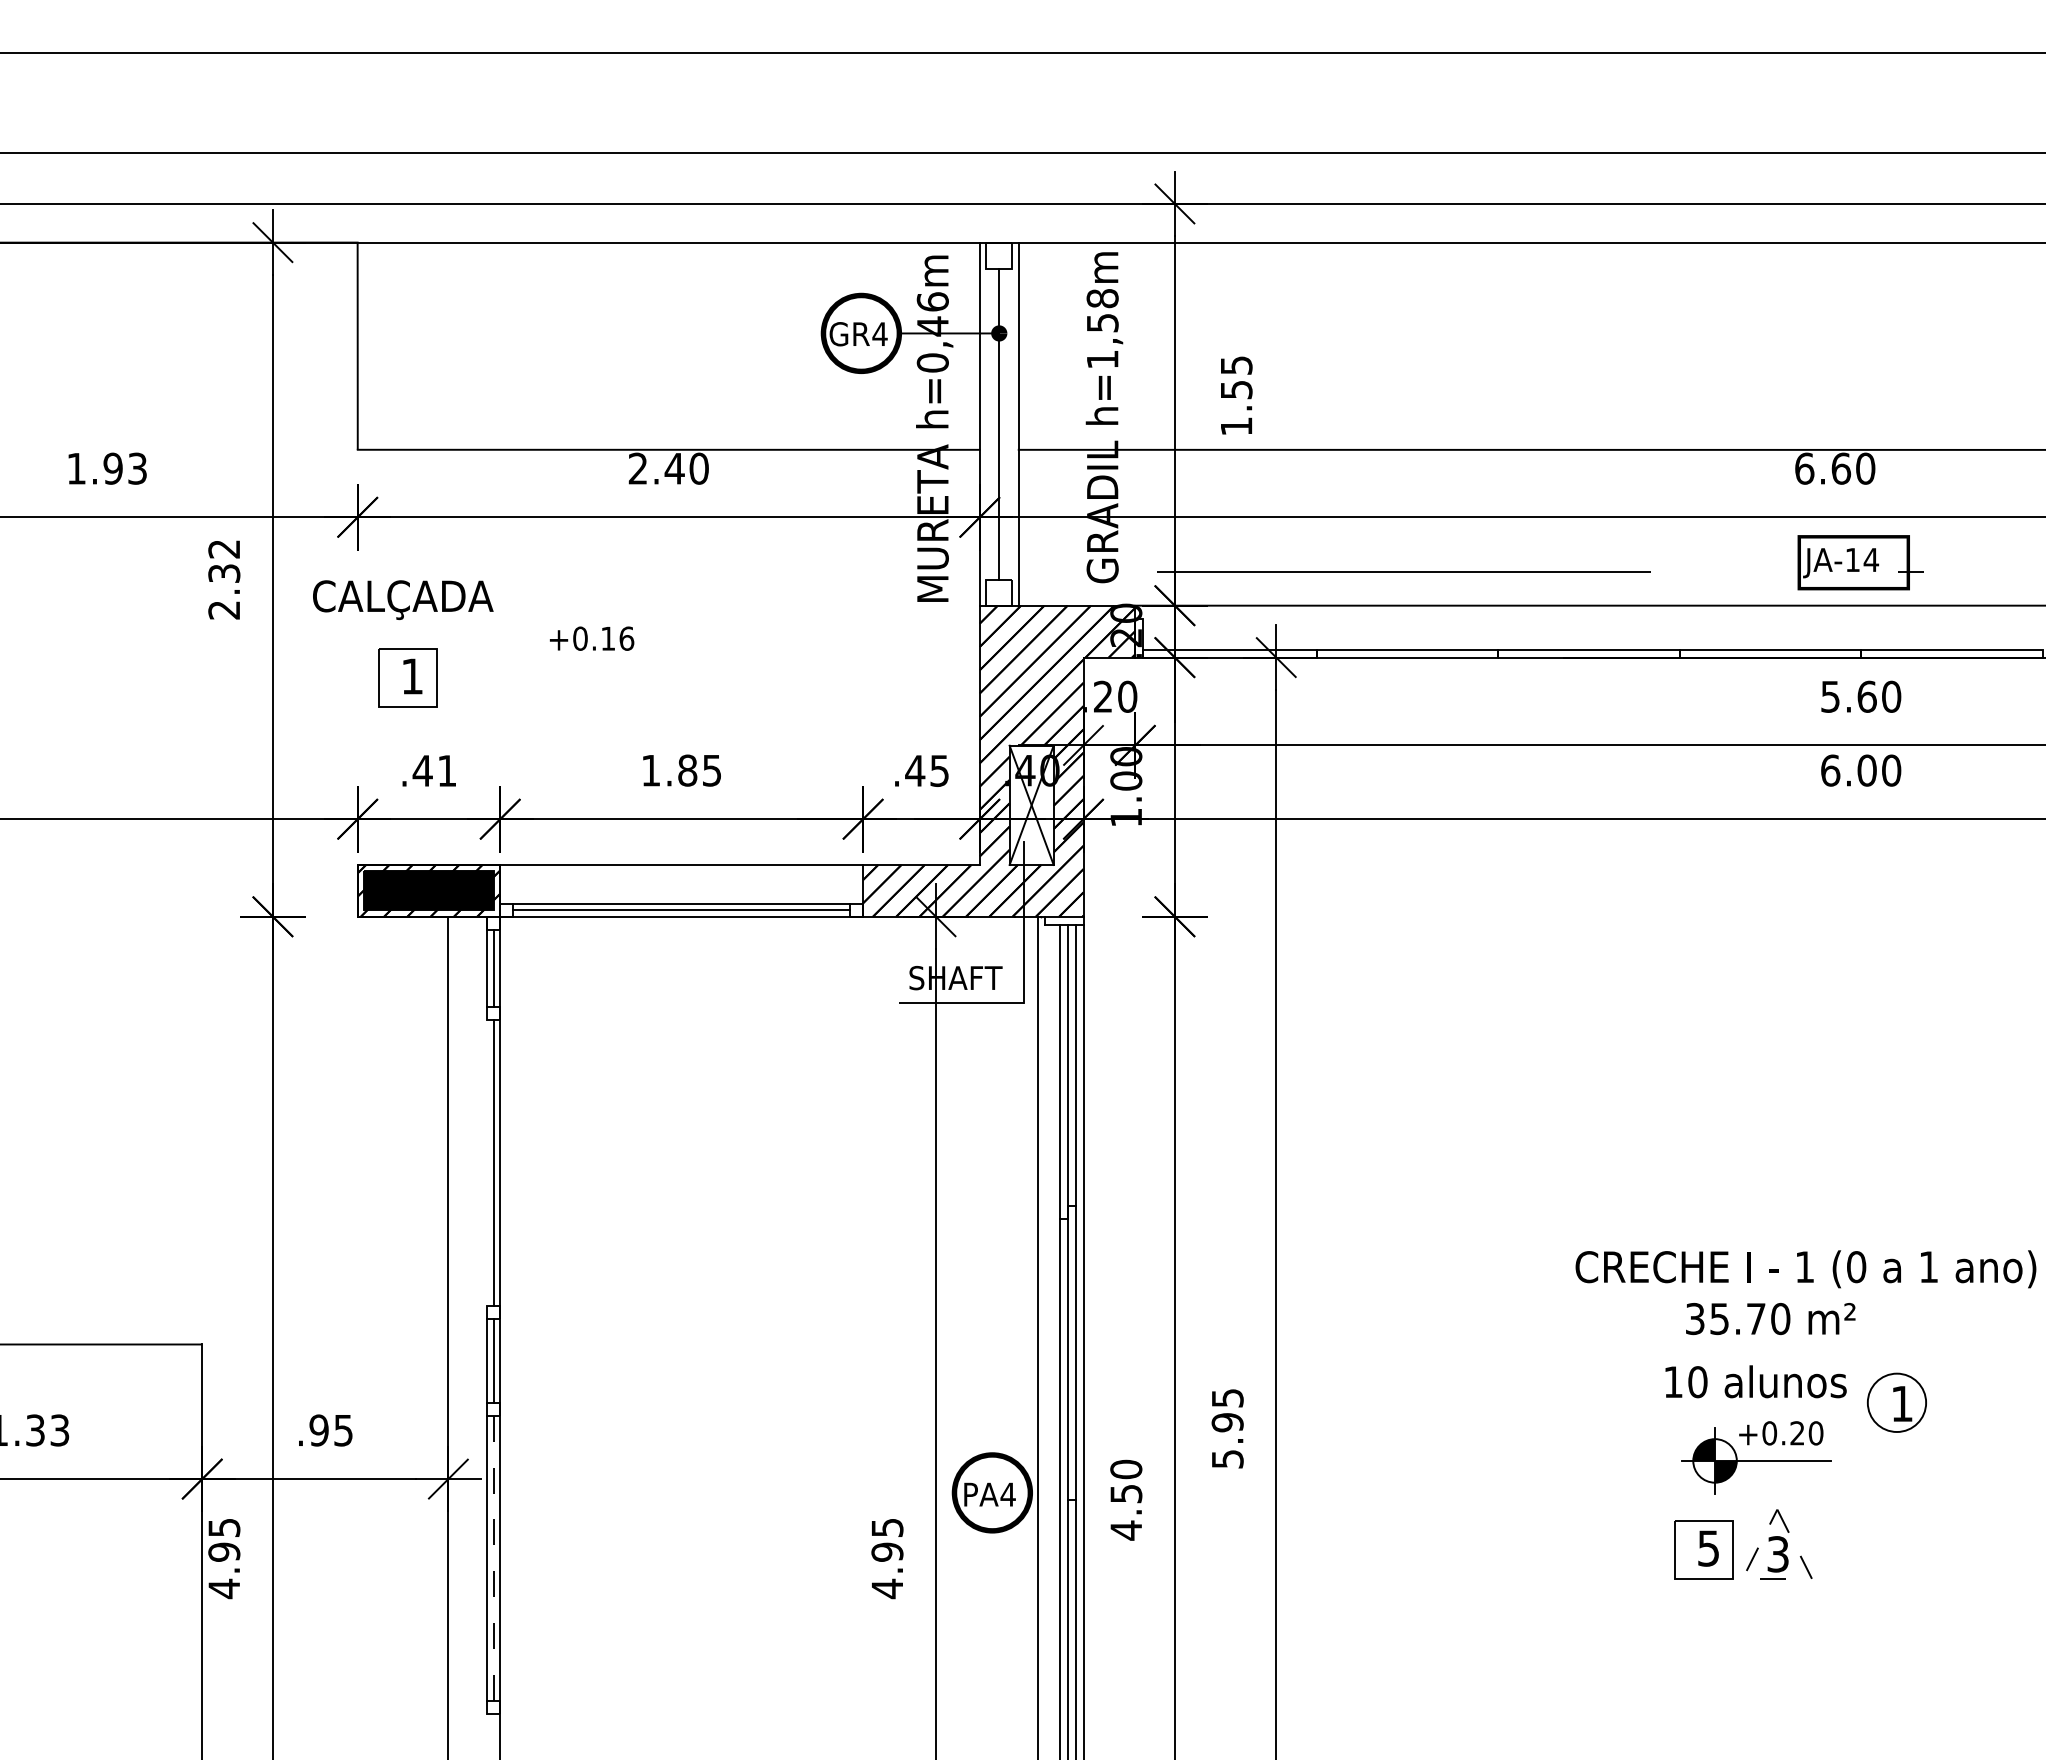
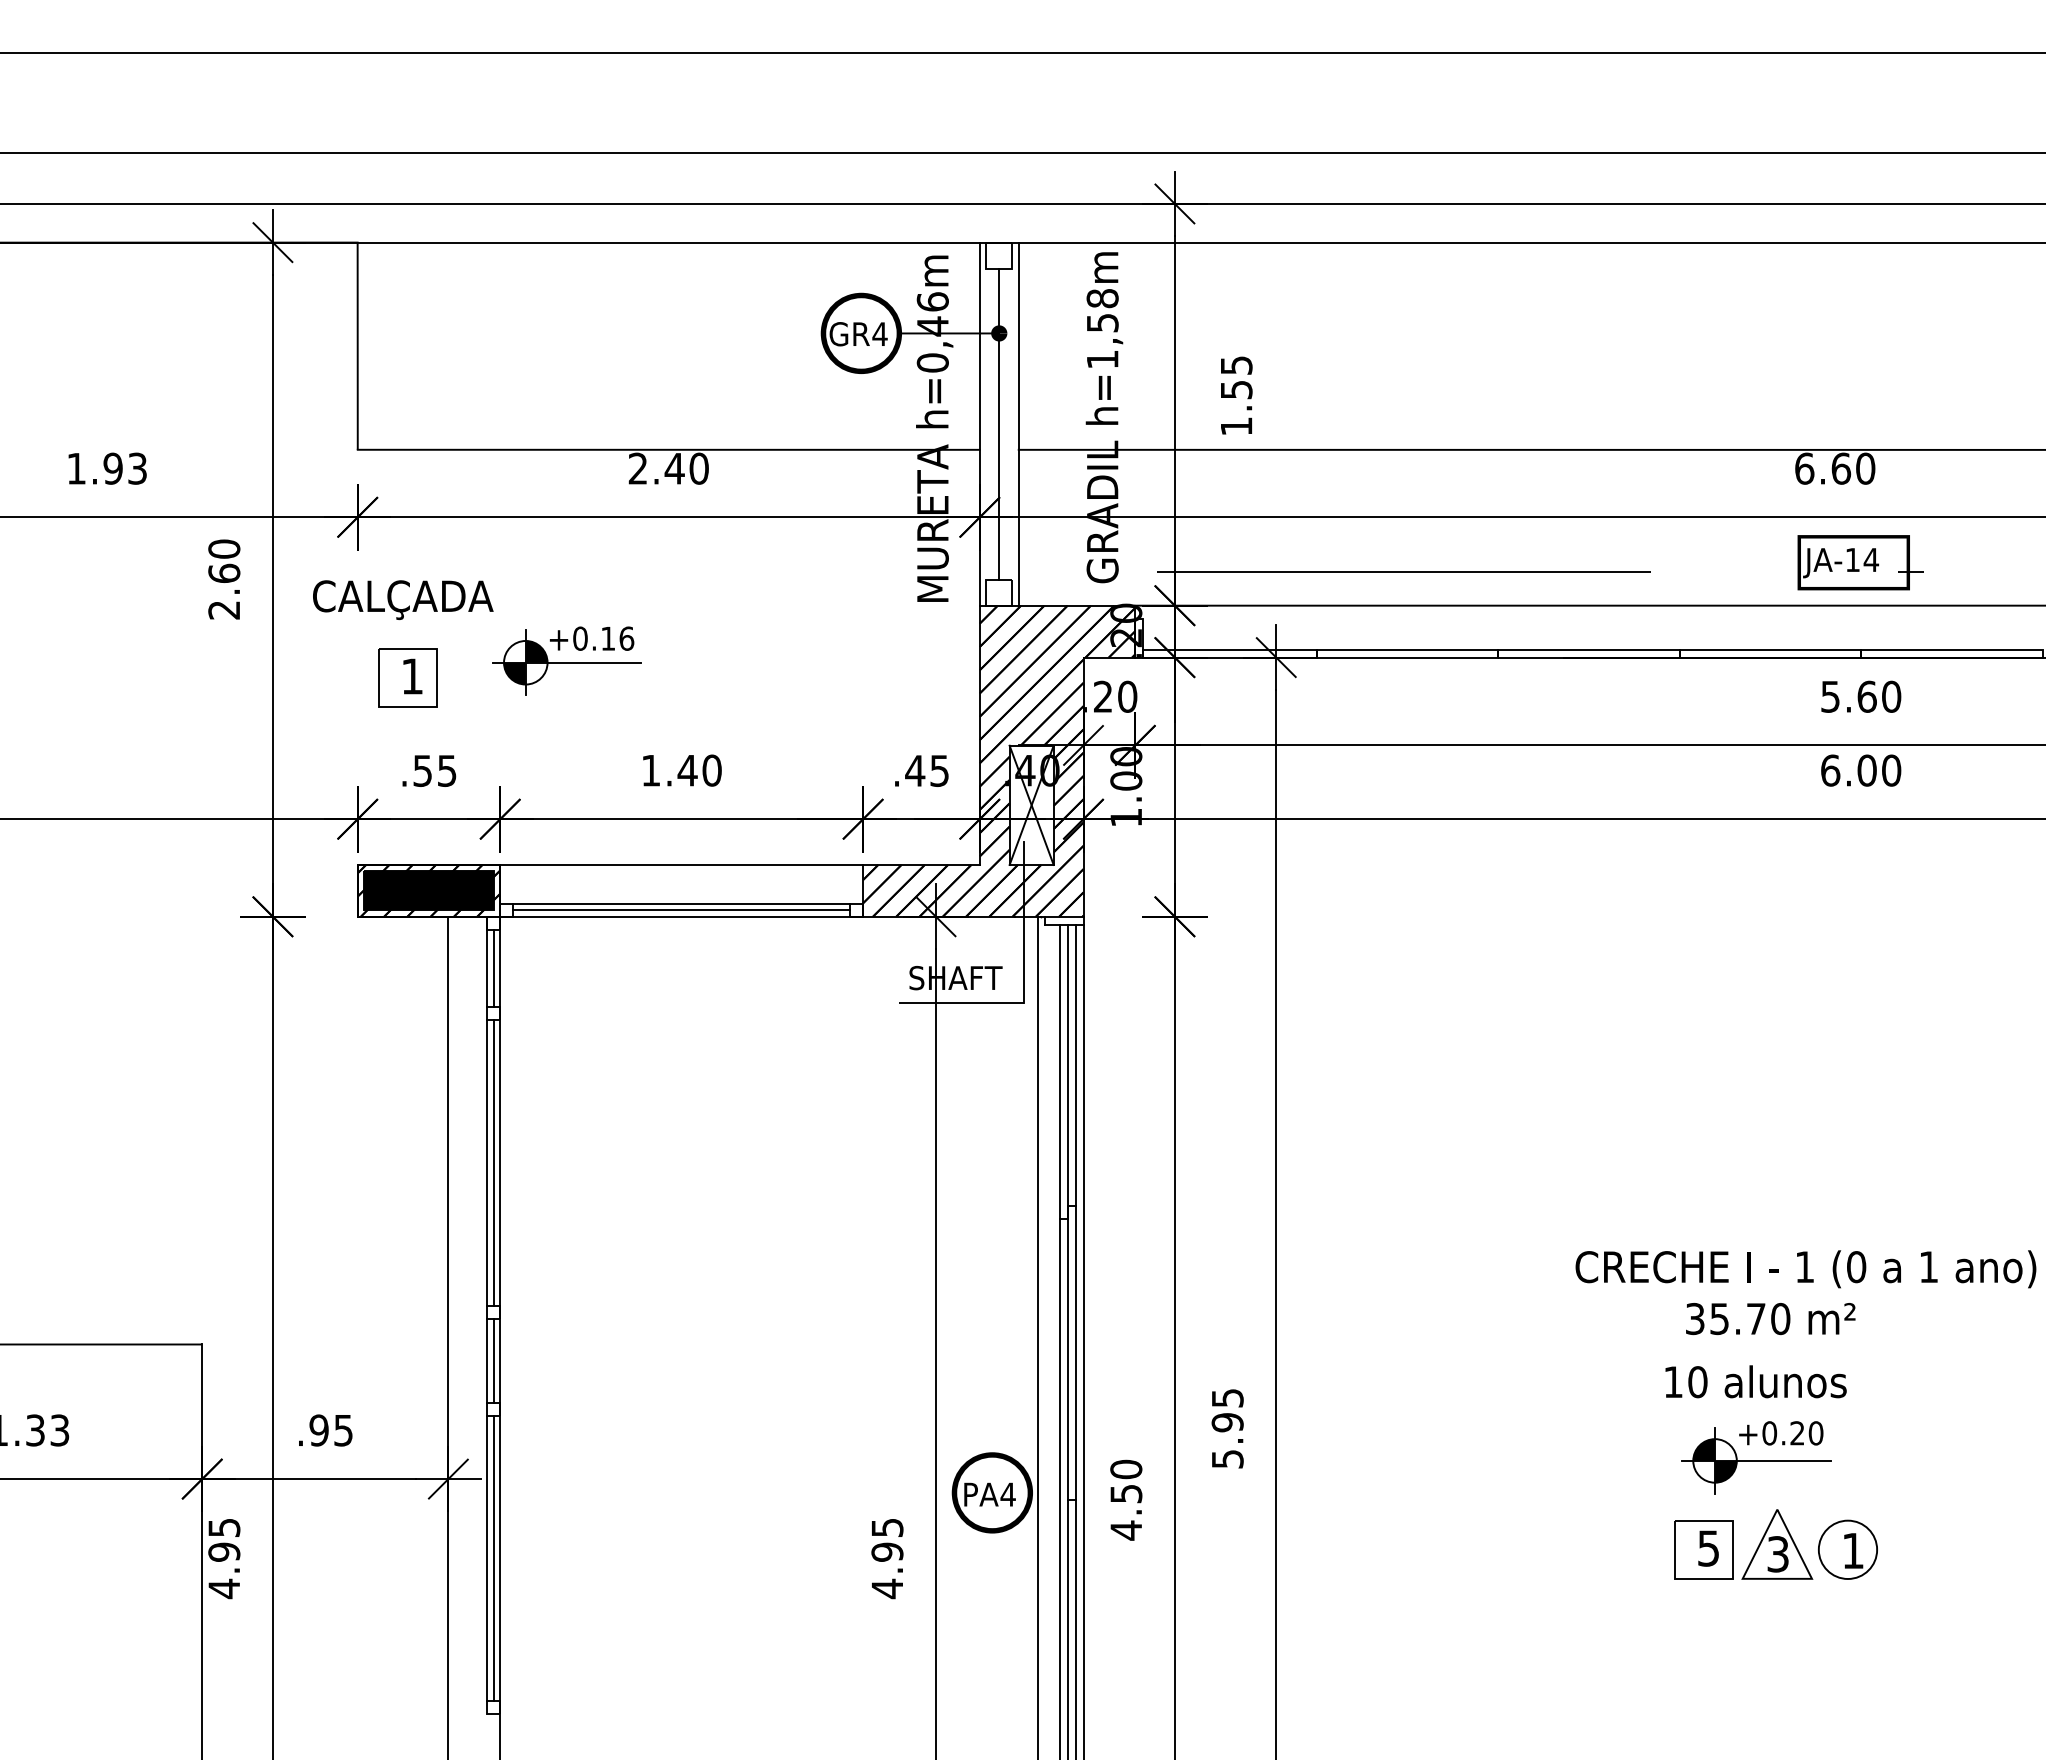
text at (224, 560): 2.32 -> 2.60
part at (566, 662): none -> present
text at (434, 770): .41 -> .55
text at (699, 770): 1.85 -> 1.40
line at (487, 1162): none -> present
part at (1896, 1402) position: (1896, 1402) -> (1847, 1549)
line at (493, 1558): dashed -> solid
line at (1777, 1578): dashed -> solid
